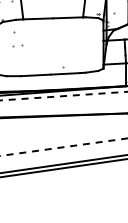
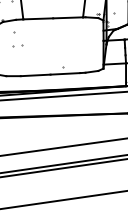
line at (63, 96): dashed -> solid
line at (63, 147): dashed -> solid
line at (63, 199): none -> present
